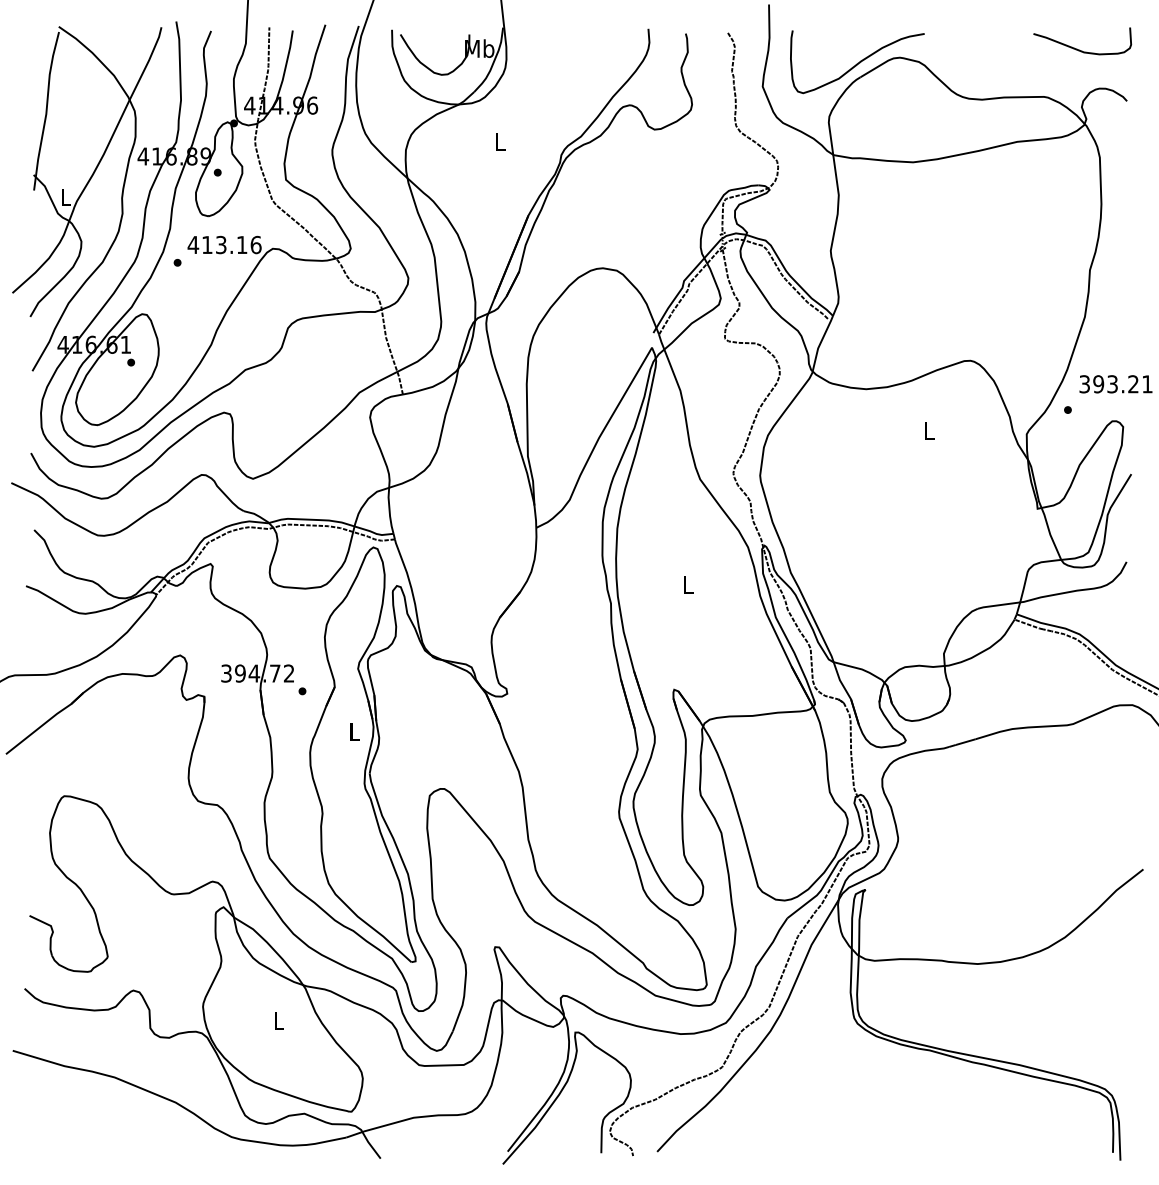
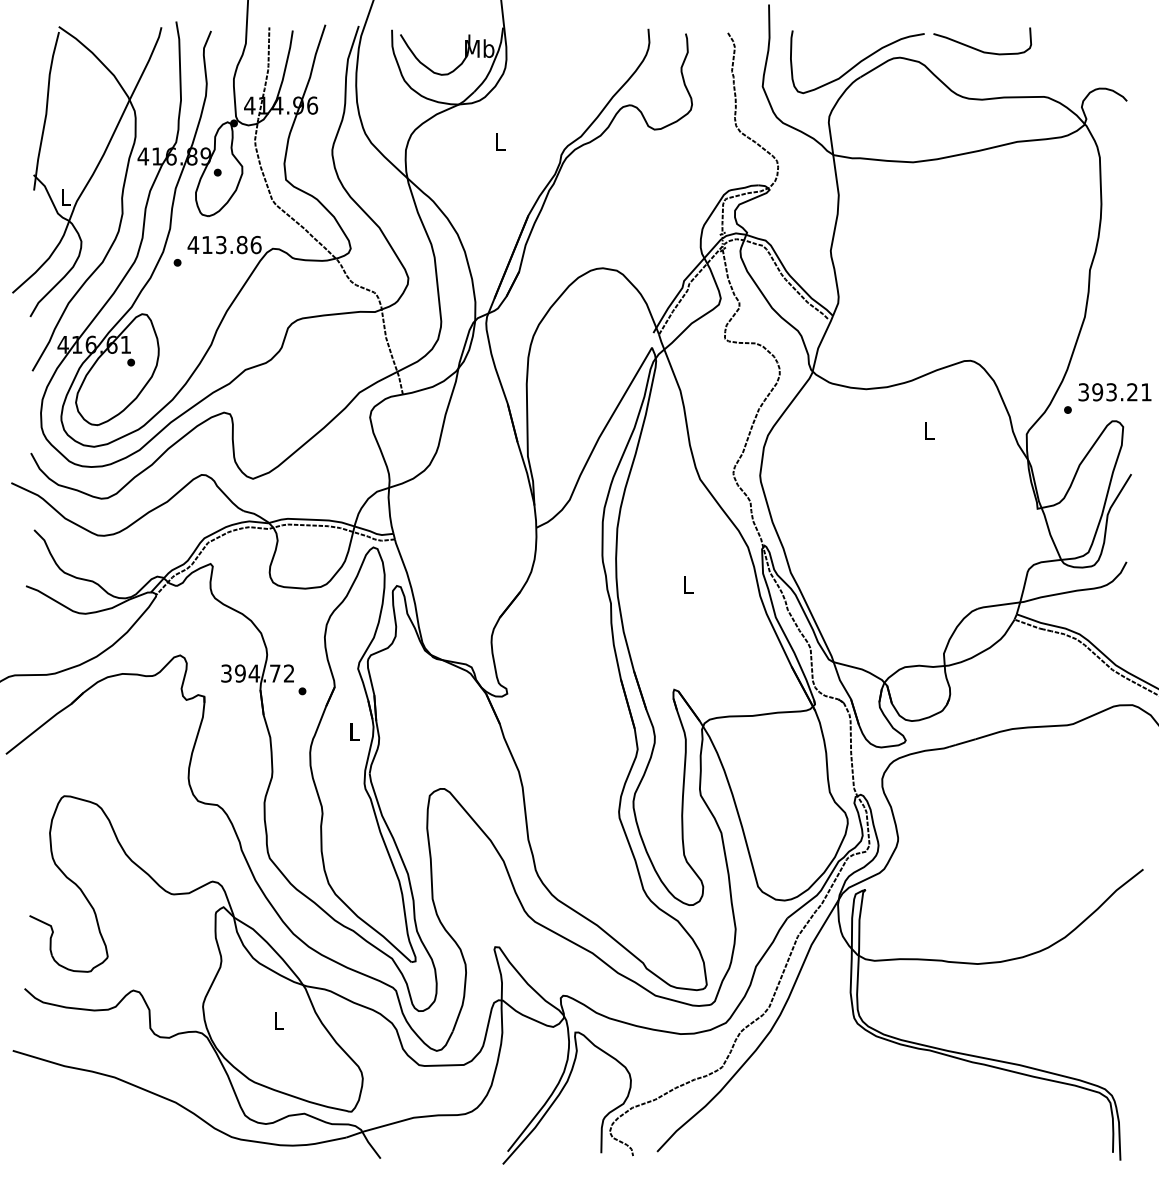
curve at (1079, 49) position: (1079, 49) -> (979, 49)
text at (241, 244): 413.16 -> 413.86
text at (1115, 384) position: (1115, 384) -> (1114, 392)
